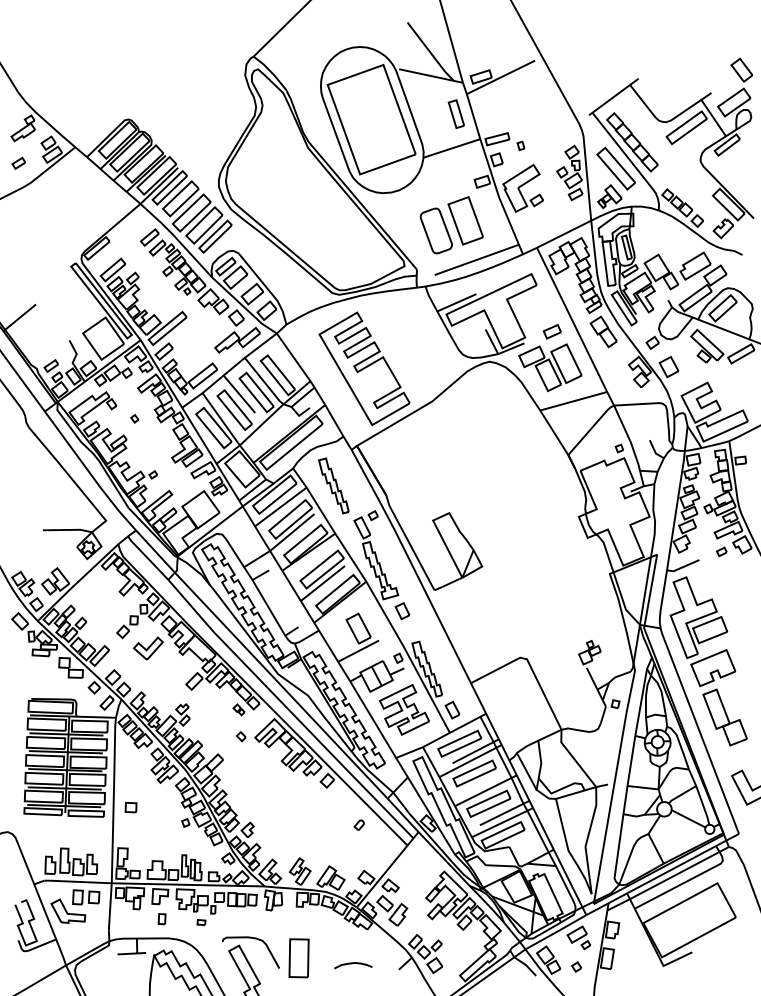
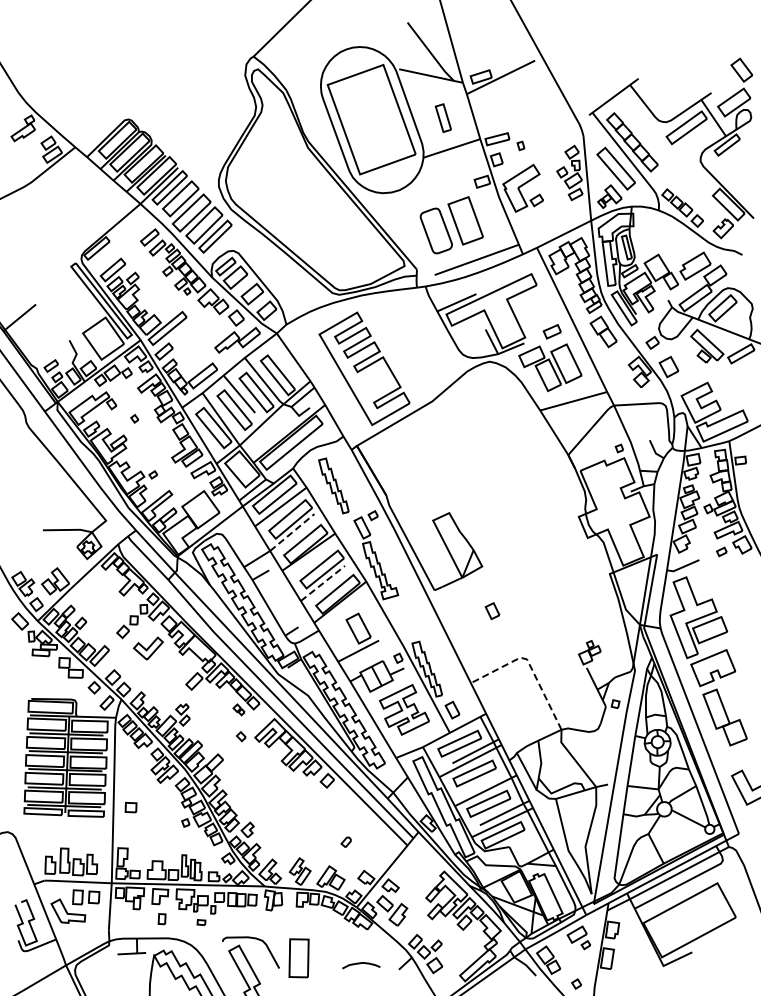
part at (455, 113) position: (455, 113) -> (442, 117)
part at (18, 162): present -> none
line at (292, 532): solid -> dashed
line at (323, 583): solid -> dashed
part at (402, 611) position: (402, 611) -> (492, 611)
line at (530, 665): solid -> dashed
part at (358, 824) position: (358, 824) -> (345, 841)
curve at (352, 964) position: (352, 964) -> (360, 964)
part at (576, 966) position: (576, 966) -> (576, 983)
